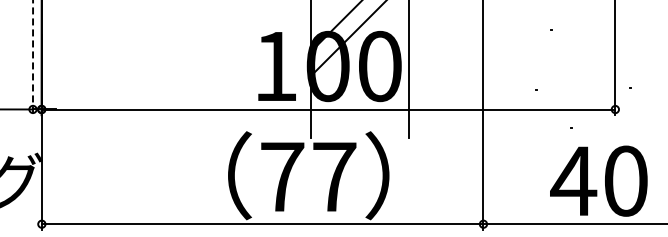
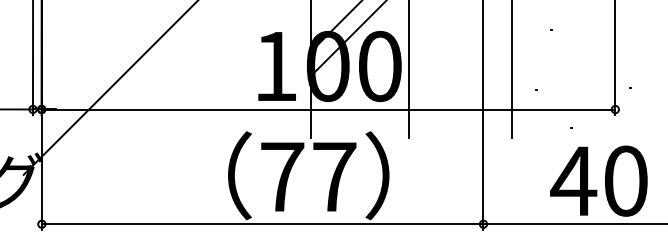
line at (33, 58): dashed -> solid
line at (512, 70): none -> present
line at (109, 88): none -> present
